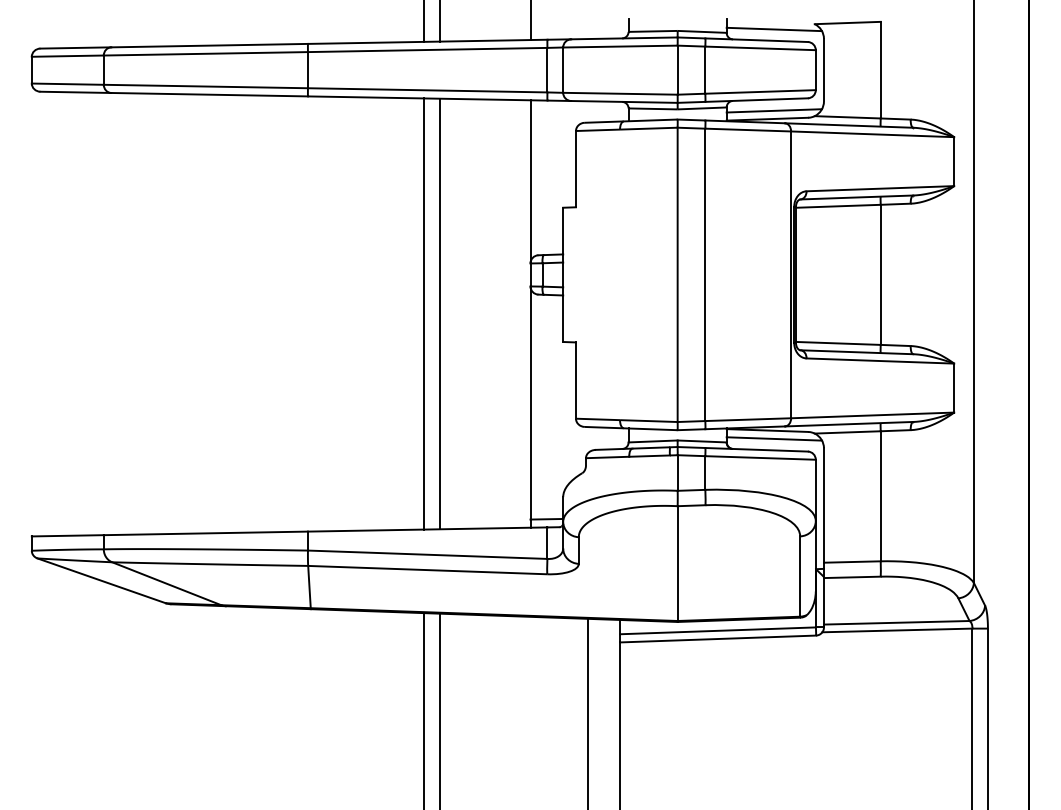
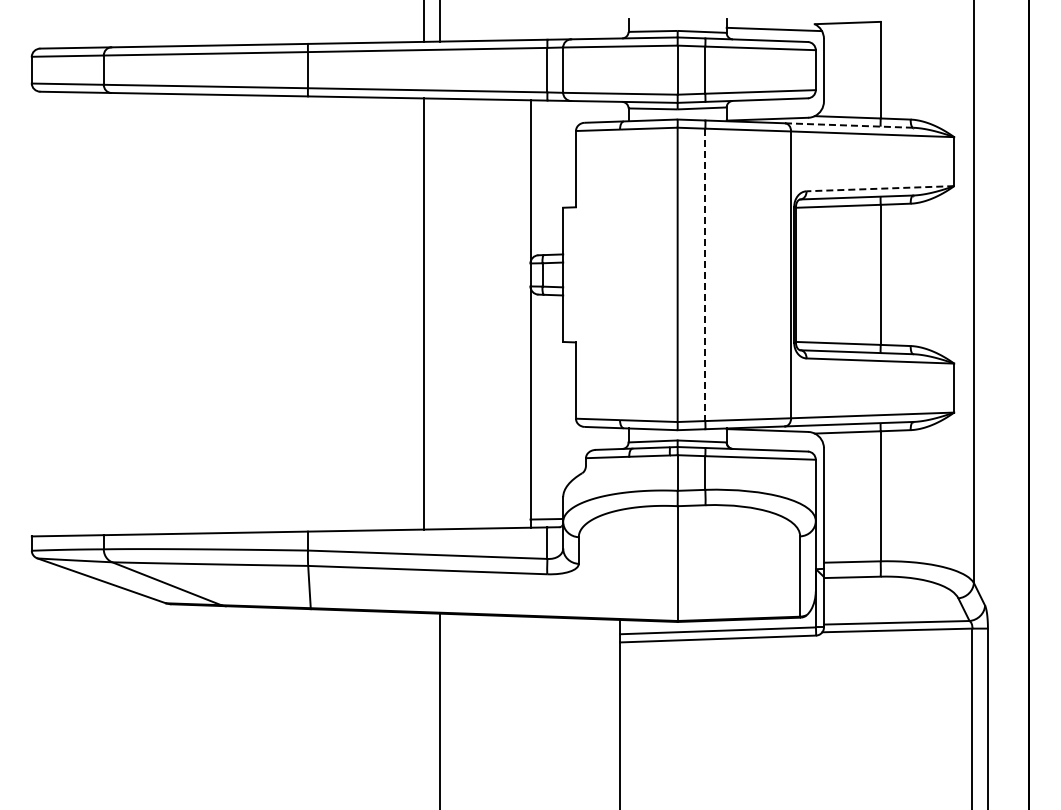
line at (530, 21): present -> none
line at (774, 110): present -> none
line at (849, 125): solid -> dashed
line at (880, 188): solid -> dashed
line at (705, 275): solid -> dashed
line at (440, 313): present -> none
line at (774, 438): present -> none
line at (424, 709): present -> none
line at (587, 712): present -> none
